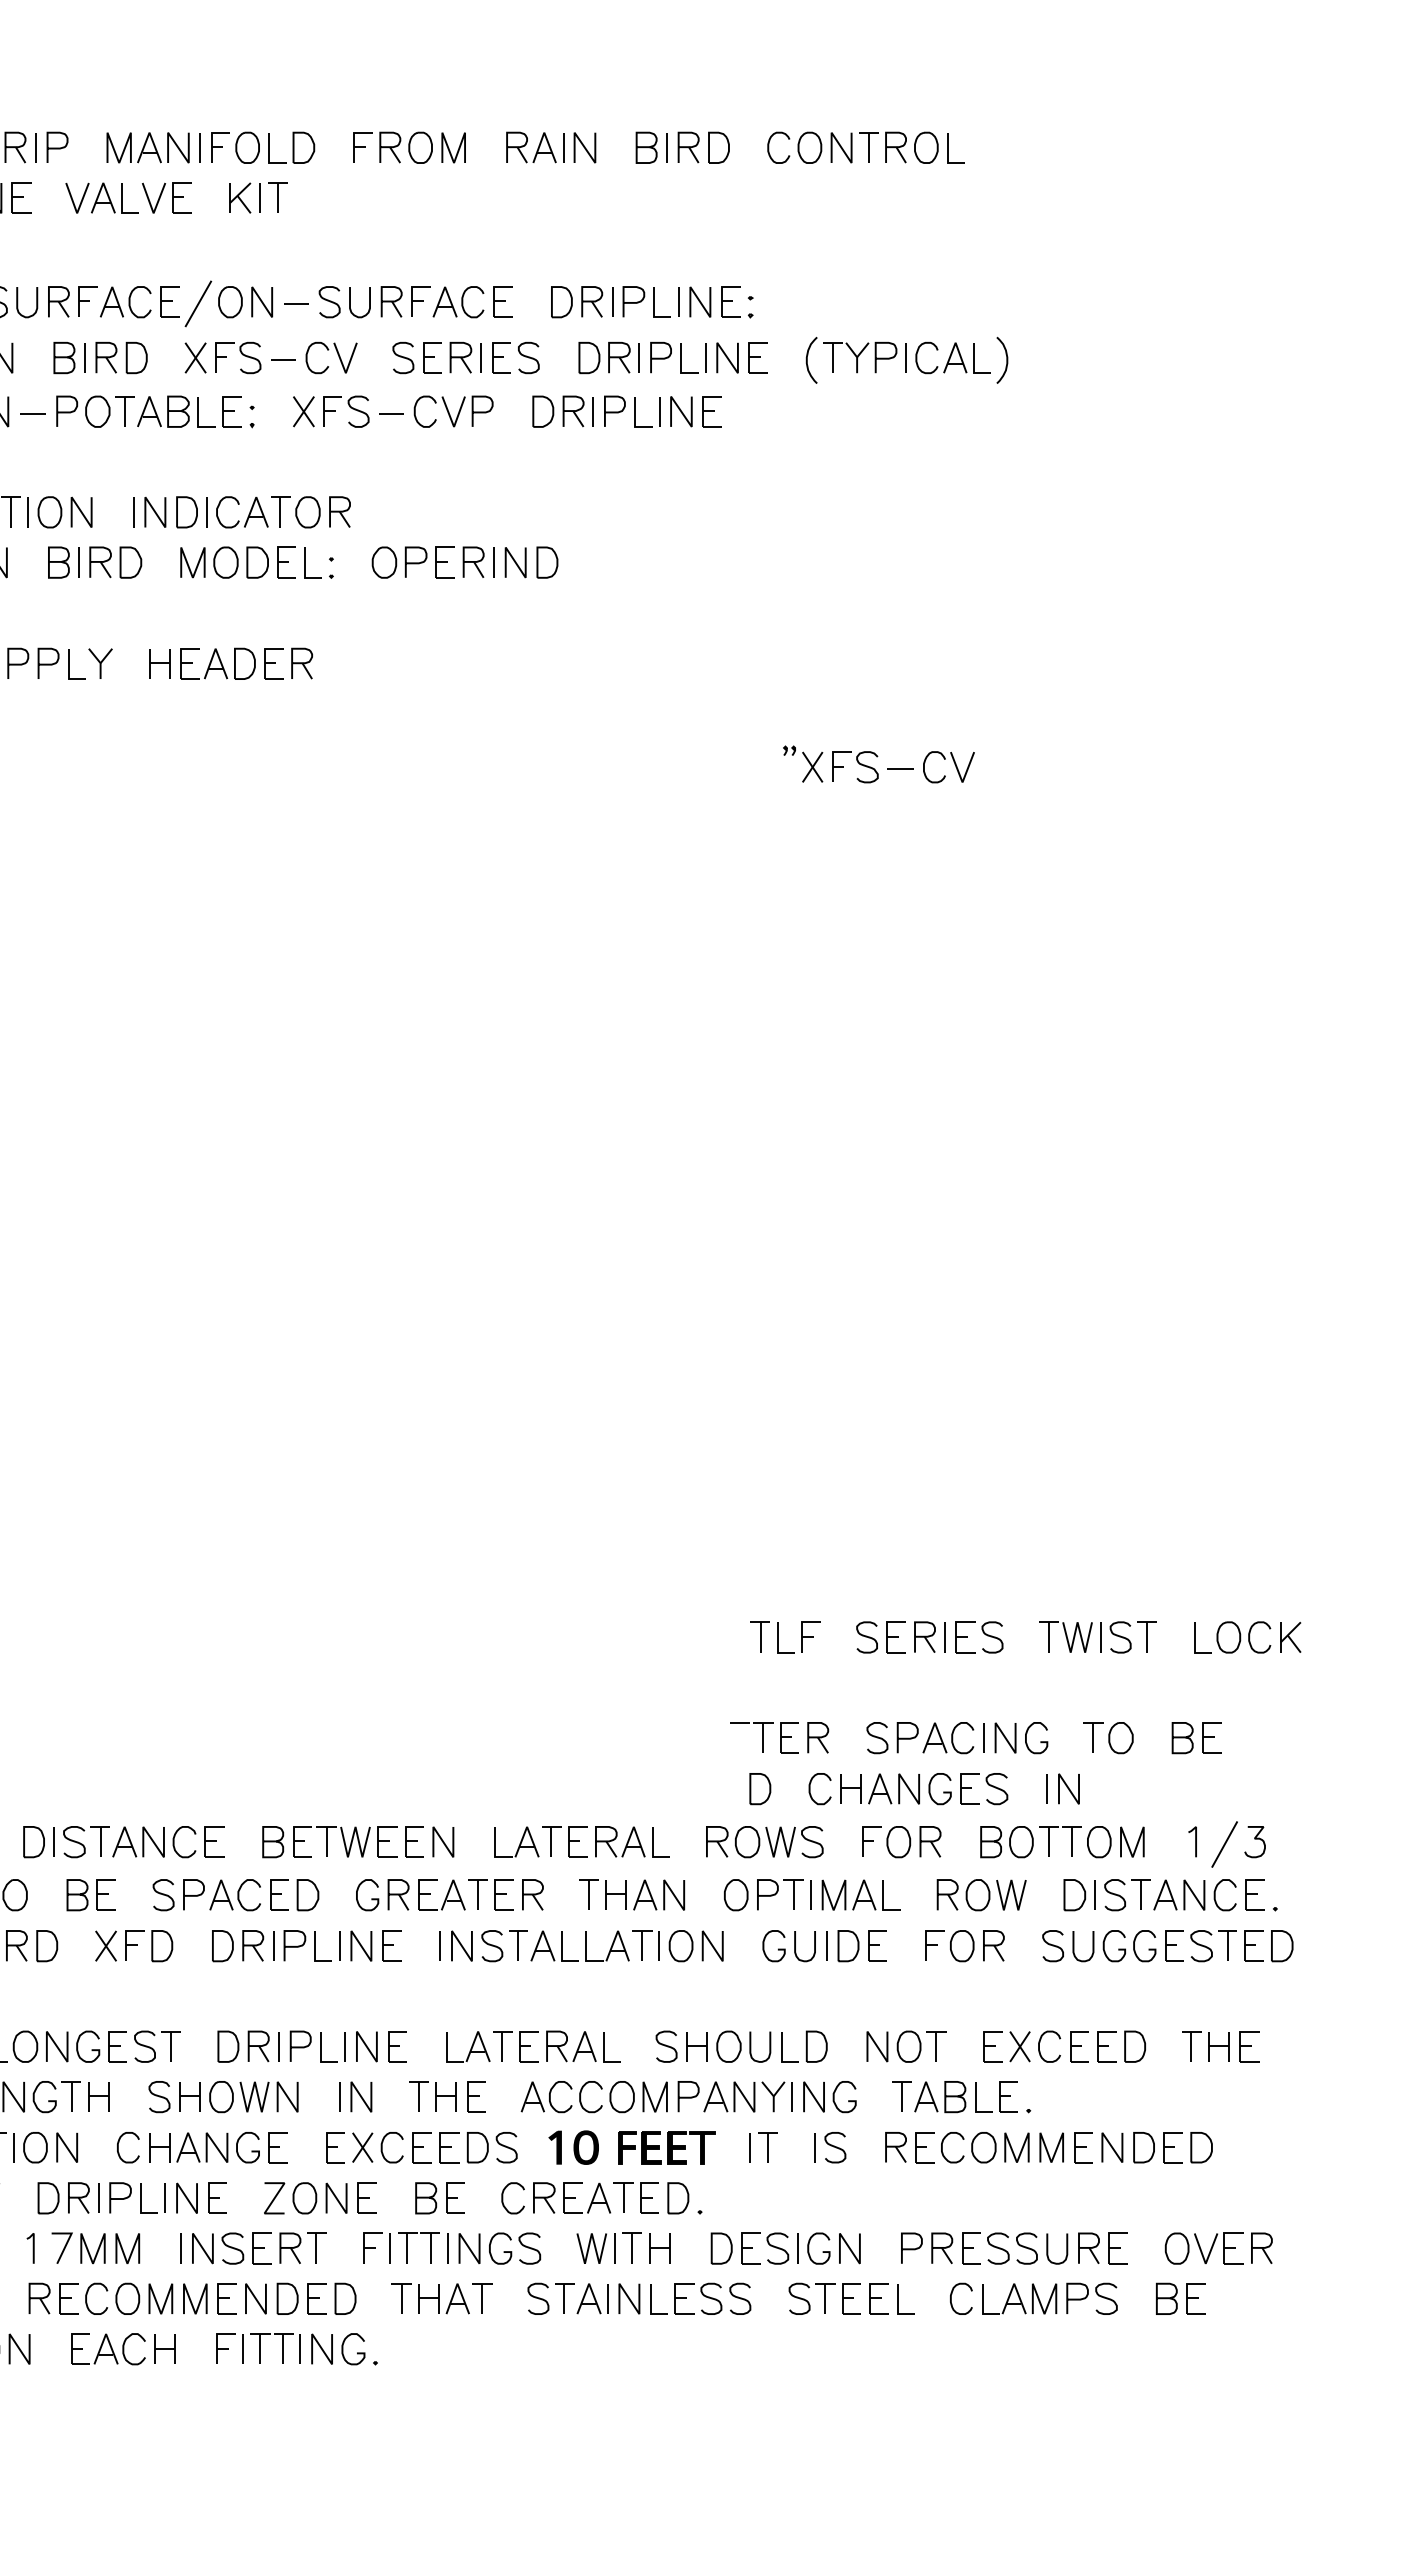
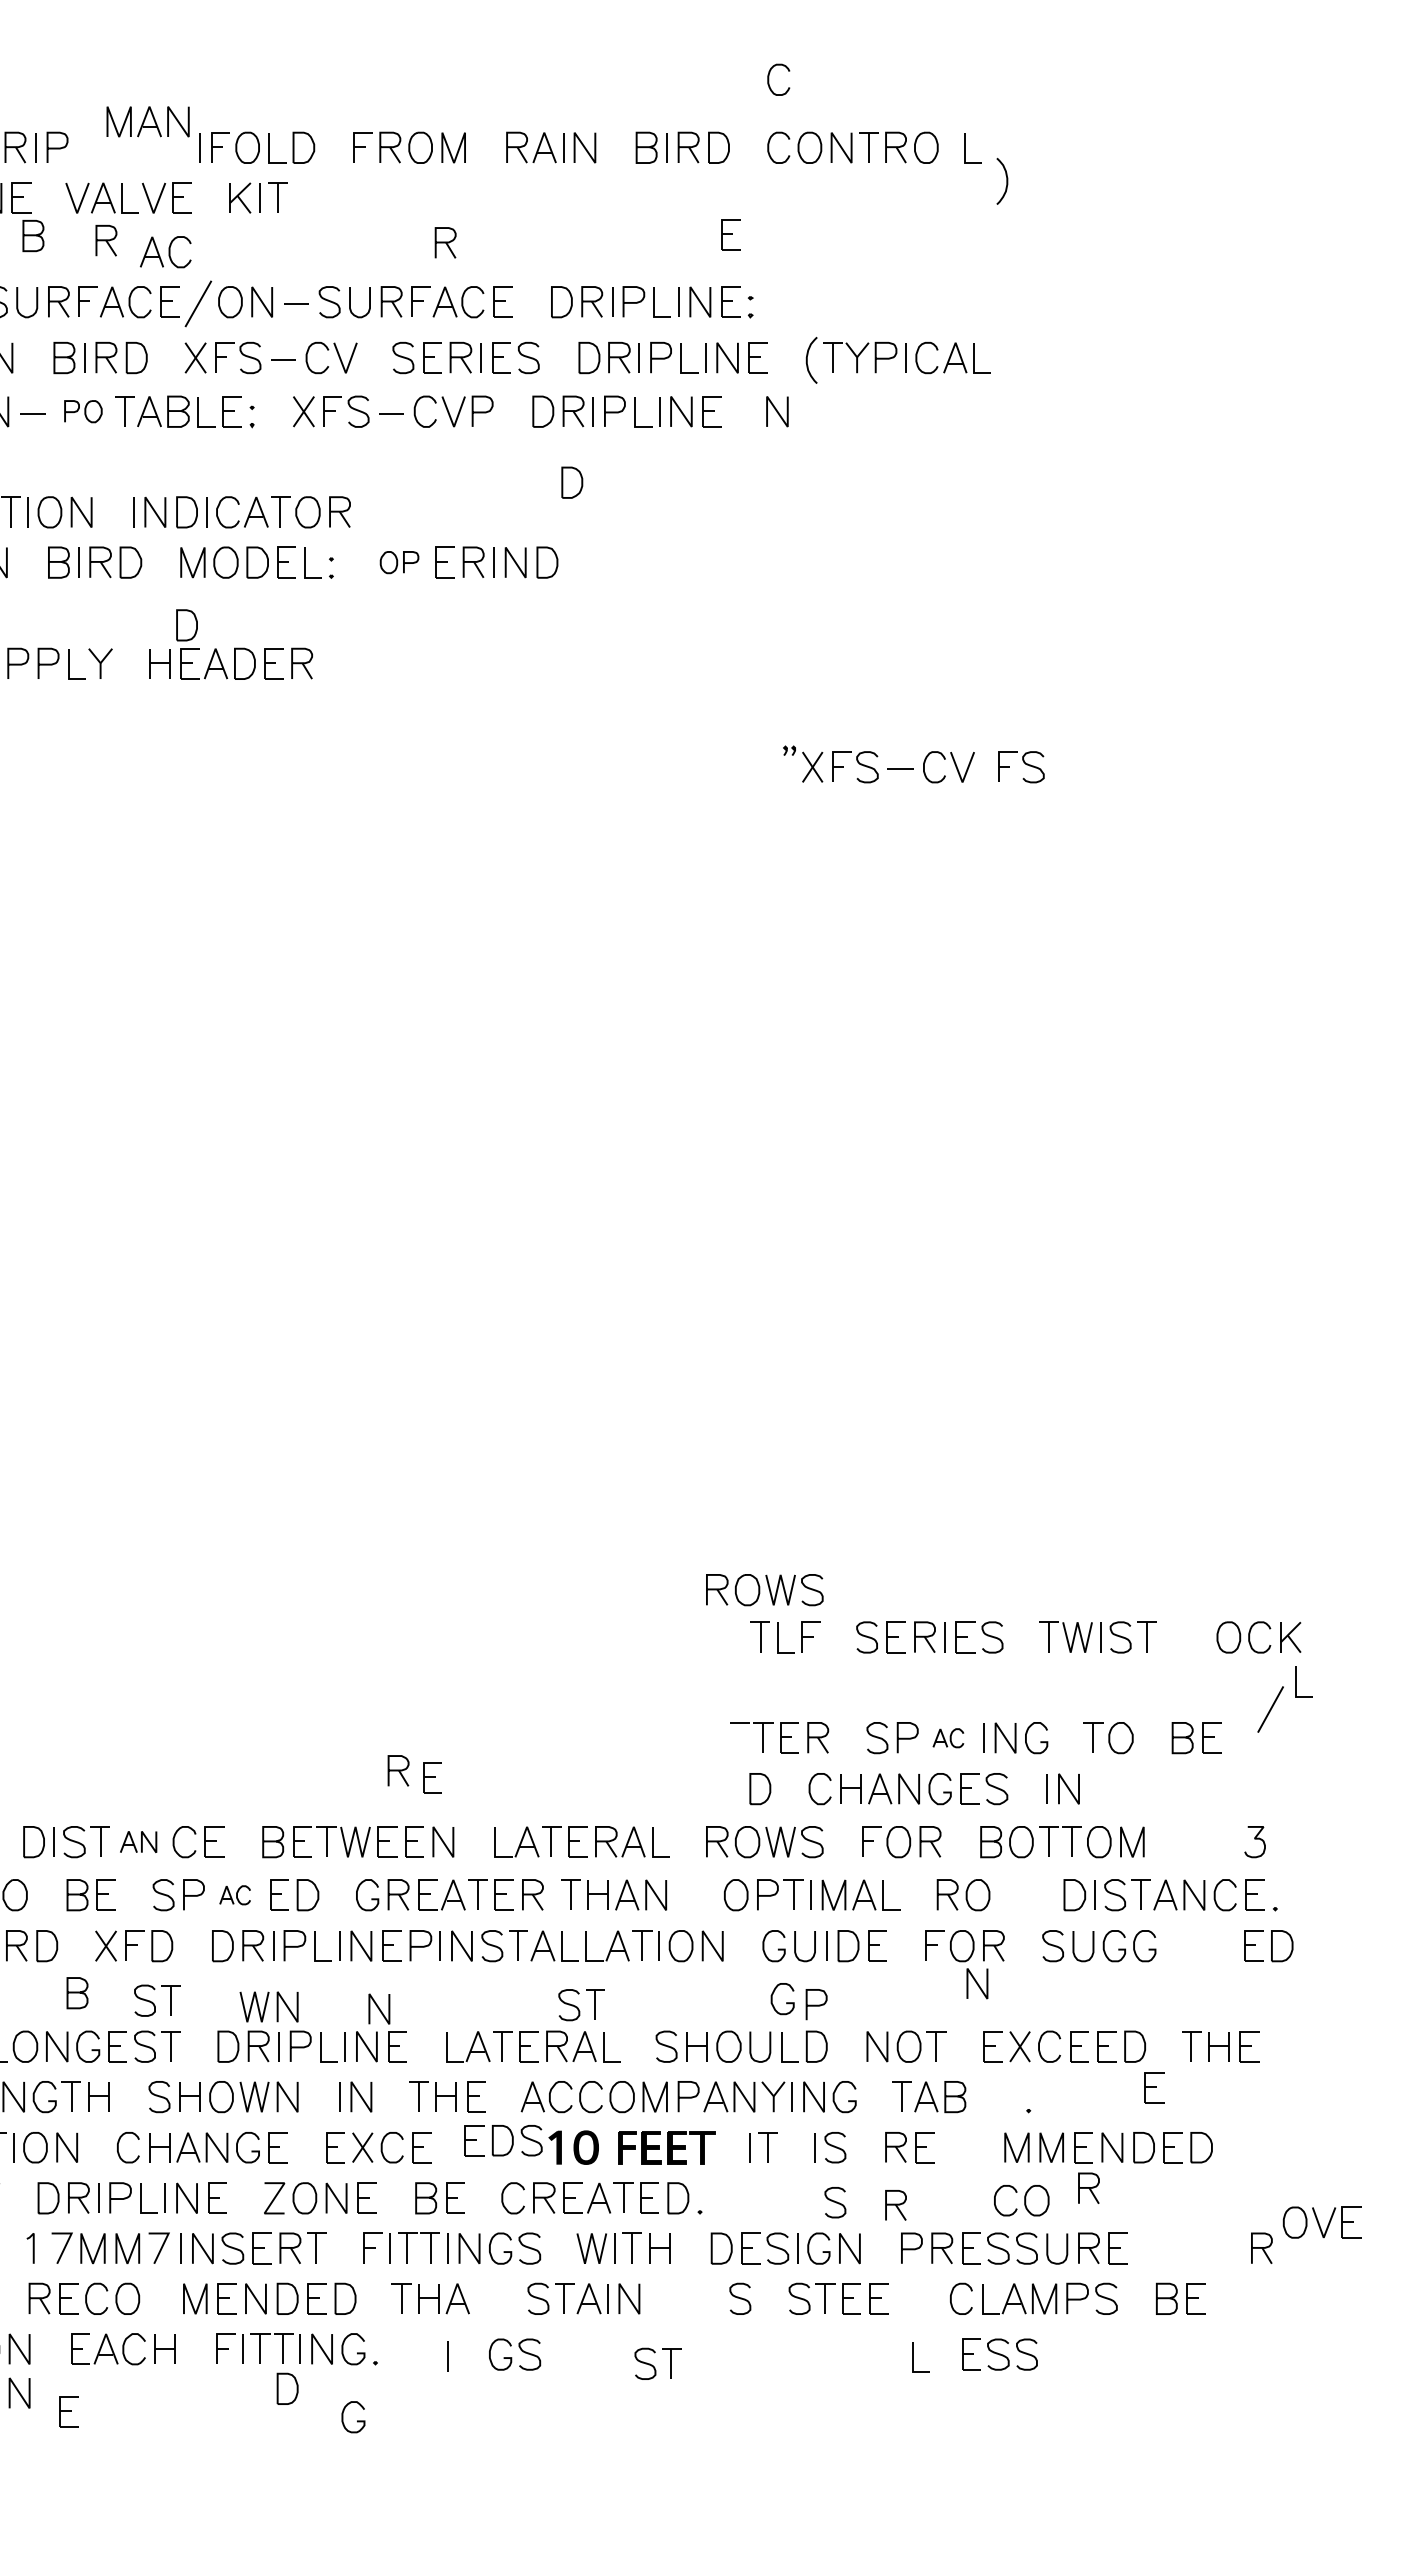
curve at (769, 79): none -> present
part at (147, 147) position: (147, 147) -> (147, 121)
line at (948, 148) position: (948, 148) -> (965, 148)
part at (730, 234): none -> present
curve at (33, 235): none -> present
part at (106, 240): none -> present
part at (445, 242): none -> present
part at (165, 252): none -> present
curve at (1006, 360) position: (1006, 360) -> (1006, 181)
part at (83, 411) size: 55x33 px -> 39x24 px
line at (777, 411): none -> present
part at (572, 482): none -> present
part at (399, 562) size: 57x33 px -> 41x24 px
part at (186, 625): none -> present
part at (1021, 767): none -> present
part at (764, 1590): none -> present
line at (1195, 1637) position: (1195, 1637) -> (1296, 1681)
part at (948, 1738) size: 53x33 px -> 33x21 px
part at (398, 1770): none -> present
part at (432, 1777): none -> present
part at (138, 1841) size: 53x32 px -> 38x22 px
line at (1195, 1841): present -> none
line at (1224, 1844) position: (1224, 1844) -> (1270, 1709)
part at (632, 1894) position: (632, 1894) -> (614, 1894)
line at (1013, 1894): present -> none
part at (234, 1895) size: 52x33 px -> 32x21 px
curve at (420, 1945): none -> present
part at (1200, 1946): present -> none
line at (977, 1983): none -> present
curve at (77, 1993): none -> present
part at (157, 2000): none -> present
curve at (786, 2002): none -> present
curve at (816, 2004): none -> present
part at (581, 2005): none -> present
part at (268, 2006): none -> present
line at (379, 2008): none -> present
part at (1154, 2087): none -> present
part at (996, 2096): present -> none
part at (478, 2147) position: (478, 2147) -> (503, 2140)
part at (968, 2147) position: (968, 2147) -> (1021, 2200)
part at (1088, 2187): none -> present
curve at (835, 2202): none -> present
part at (895, 2205): none -> present
line at (160, 2248): none -> present
part at (1203, 2248) position: (1203, 2248) -> (1321, 2222)
line at (156, 2298): present -> none
part at (482, 2298): present -> none
part at (686, 2298): present -> none
line at (898, 2299) position: (898, 2299) -> (913, 2357)
part at (515, 2354): none -> present
part at (999, 2354): none -> present
line at (447, 2356): none -> present
part at (657, 2363): none -> present
part at (287, 2388): none -> present
line at (19, 2392): none -> present
part at (68, 2411): none -> present
curve at (357, 2420): none -> present
